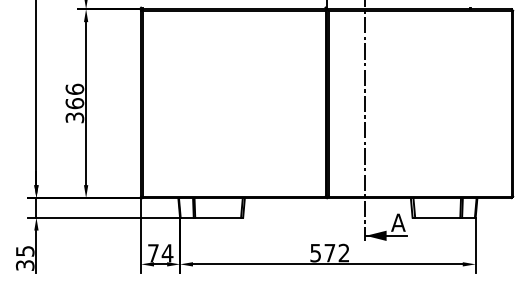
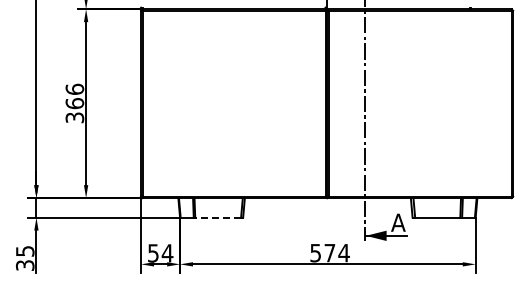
line at (218, 217): solid -> dashed
text at (343, 252): 572 -> 574
text at (153, 253): 74 -> 54
